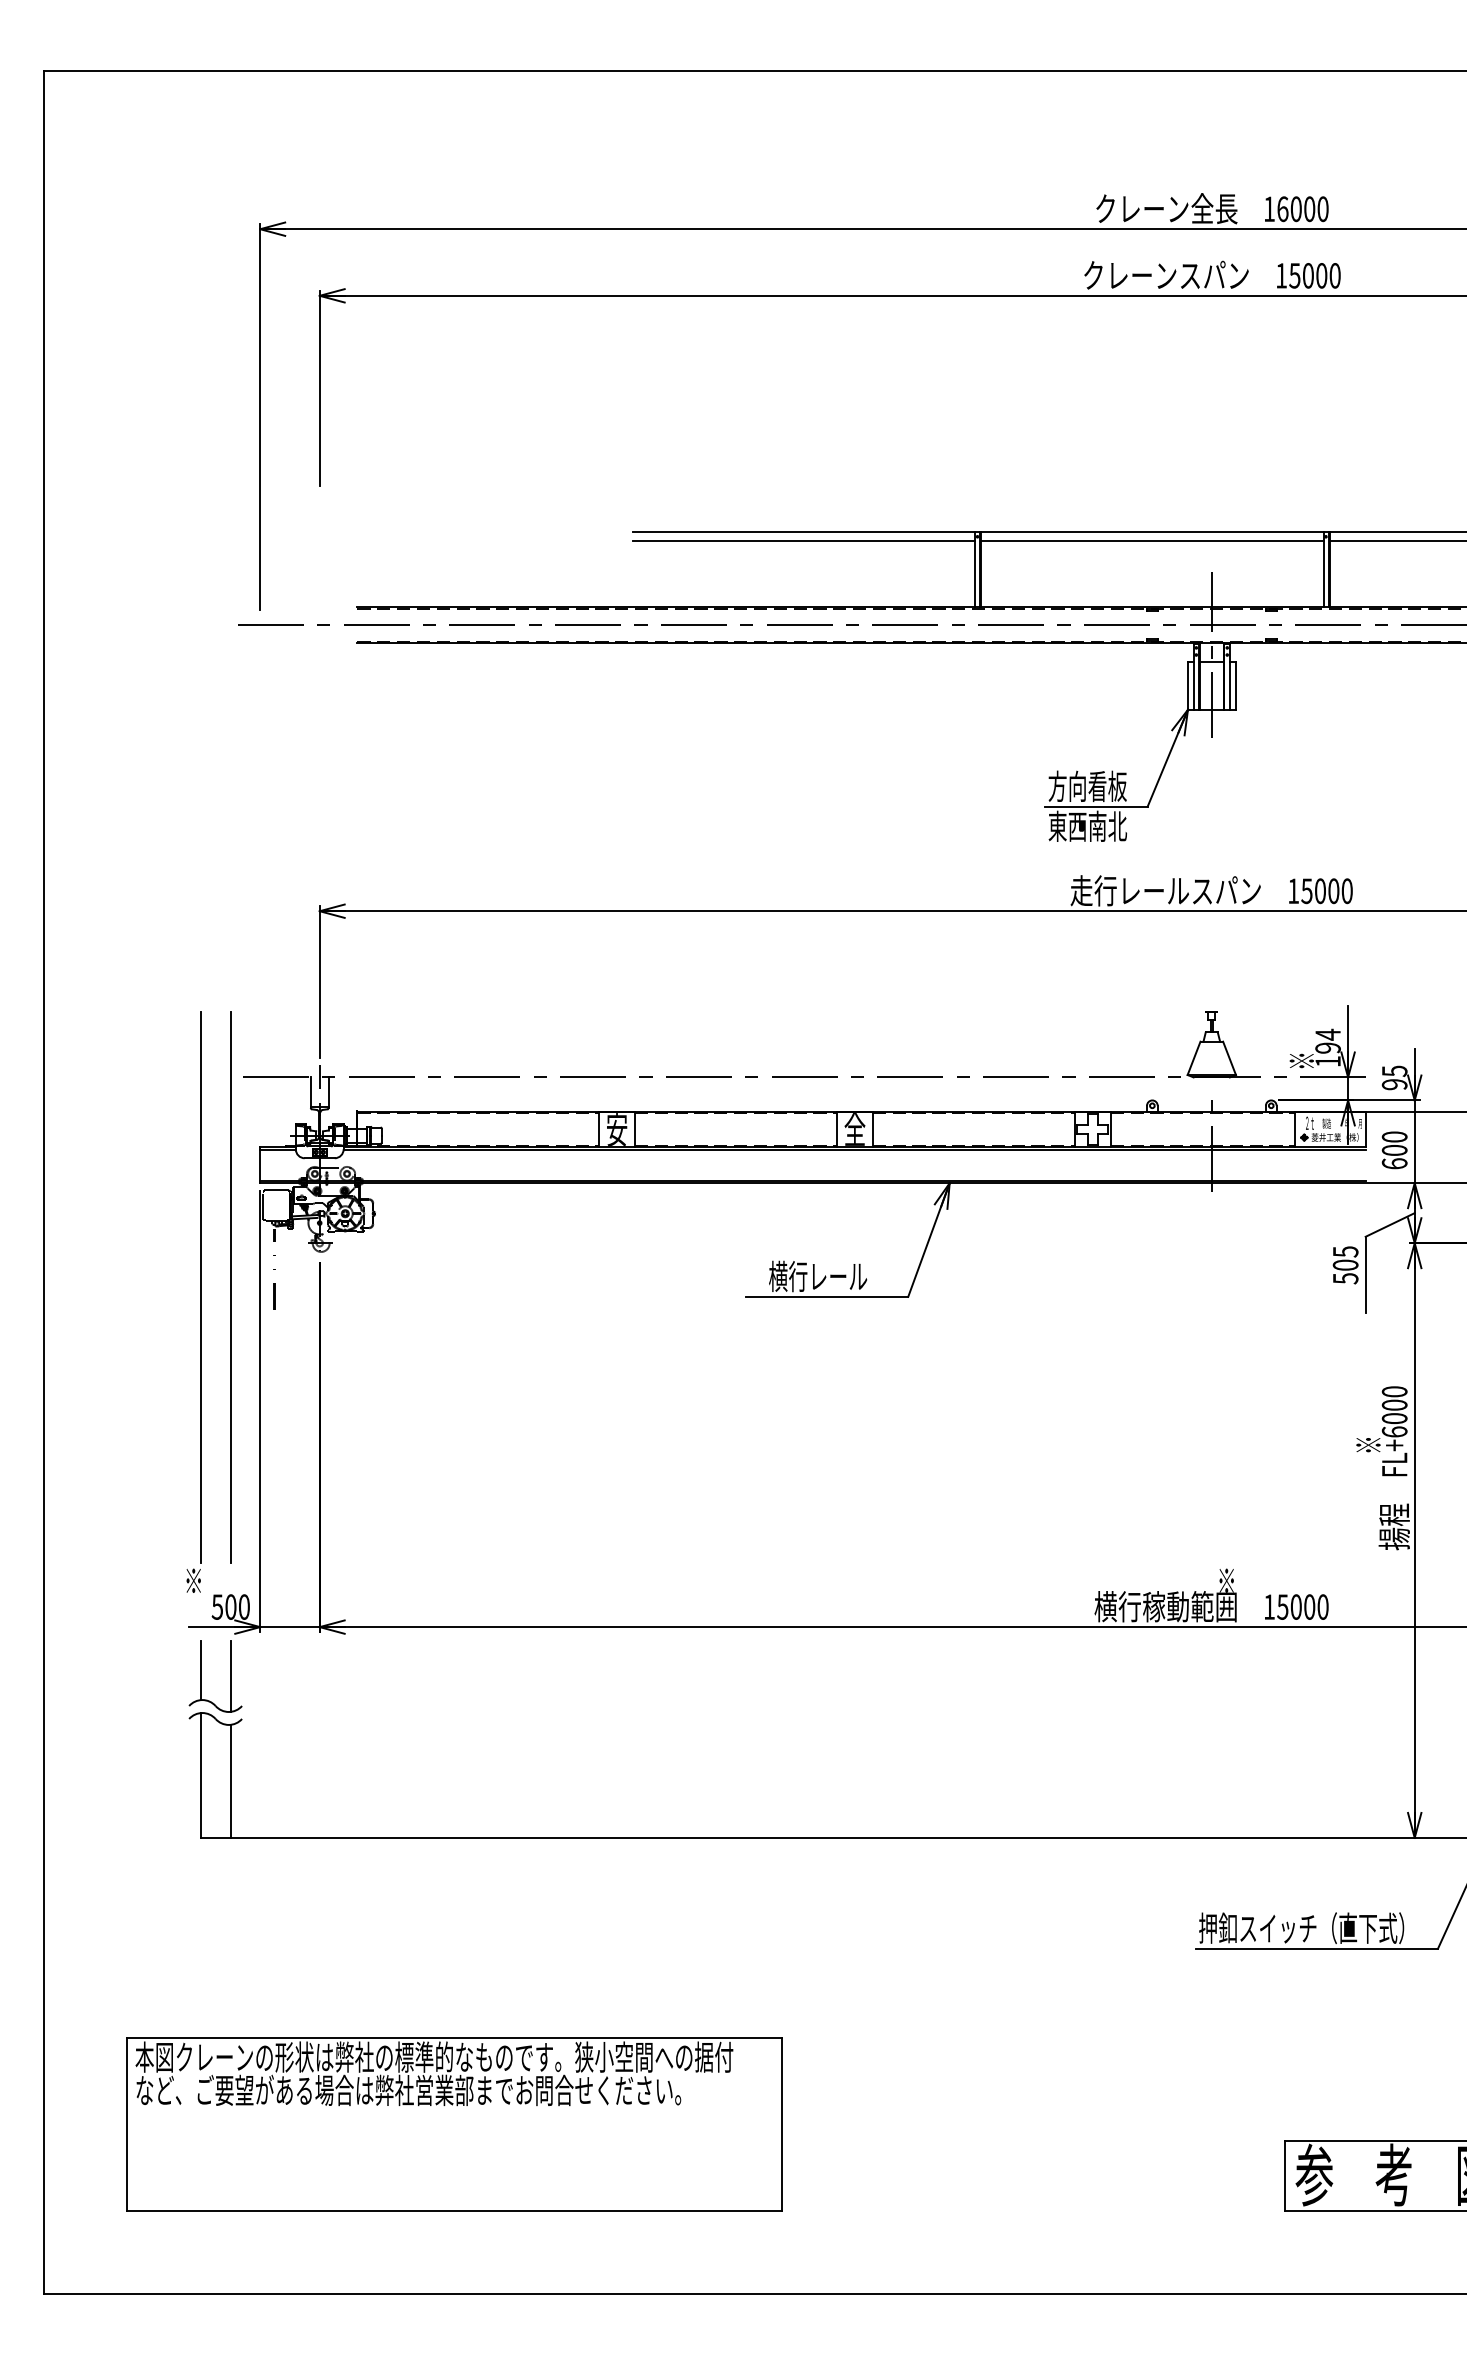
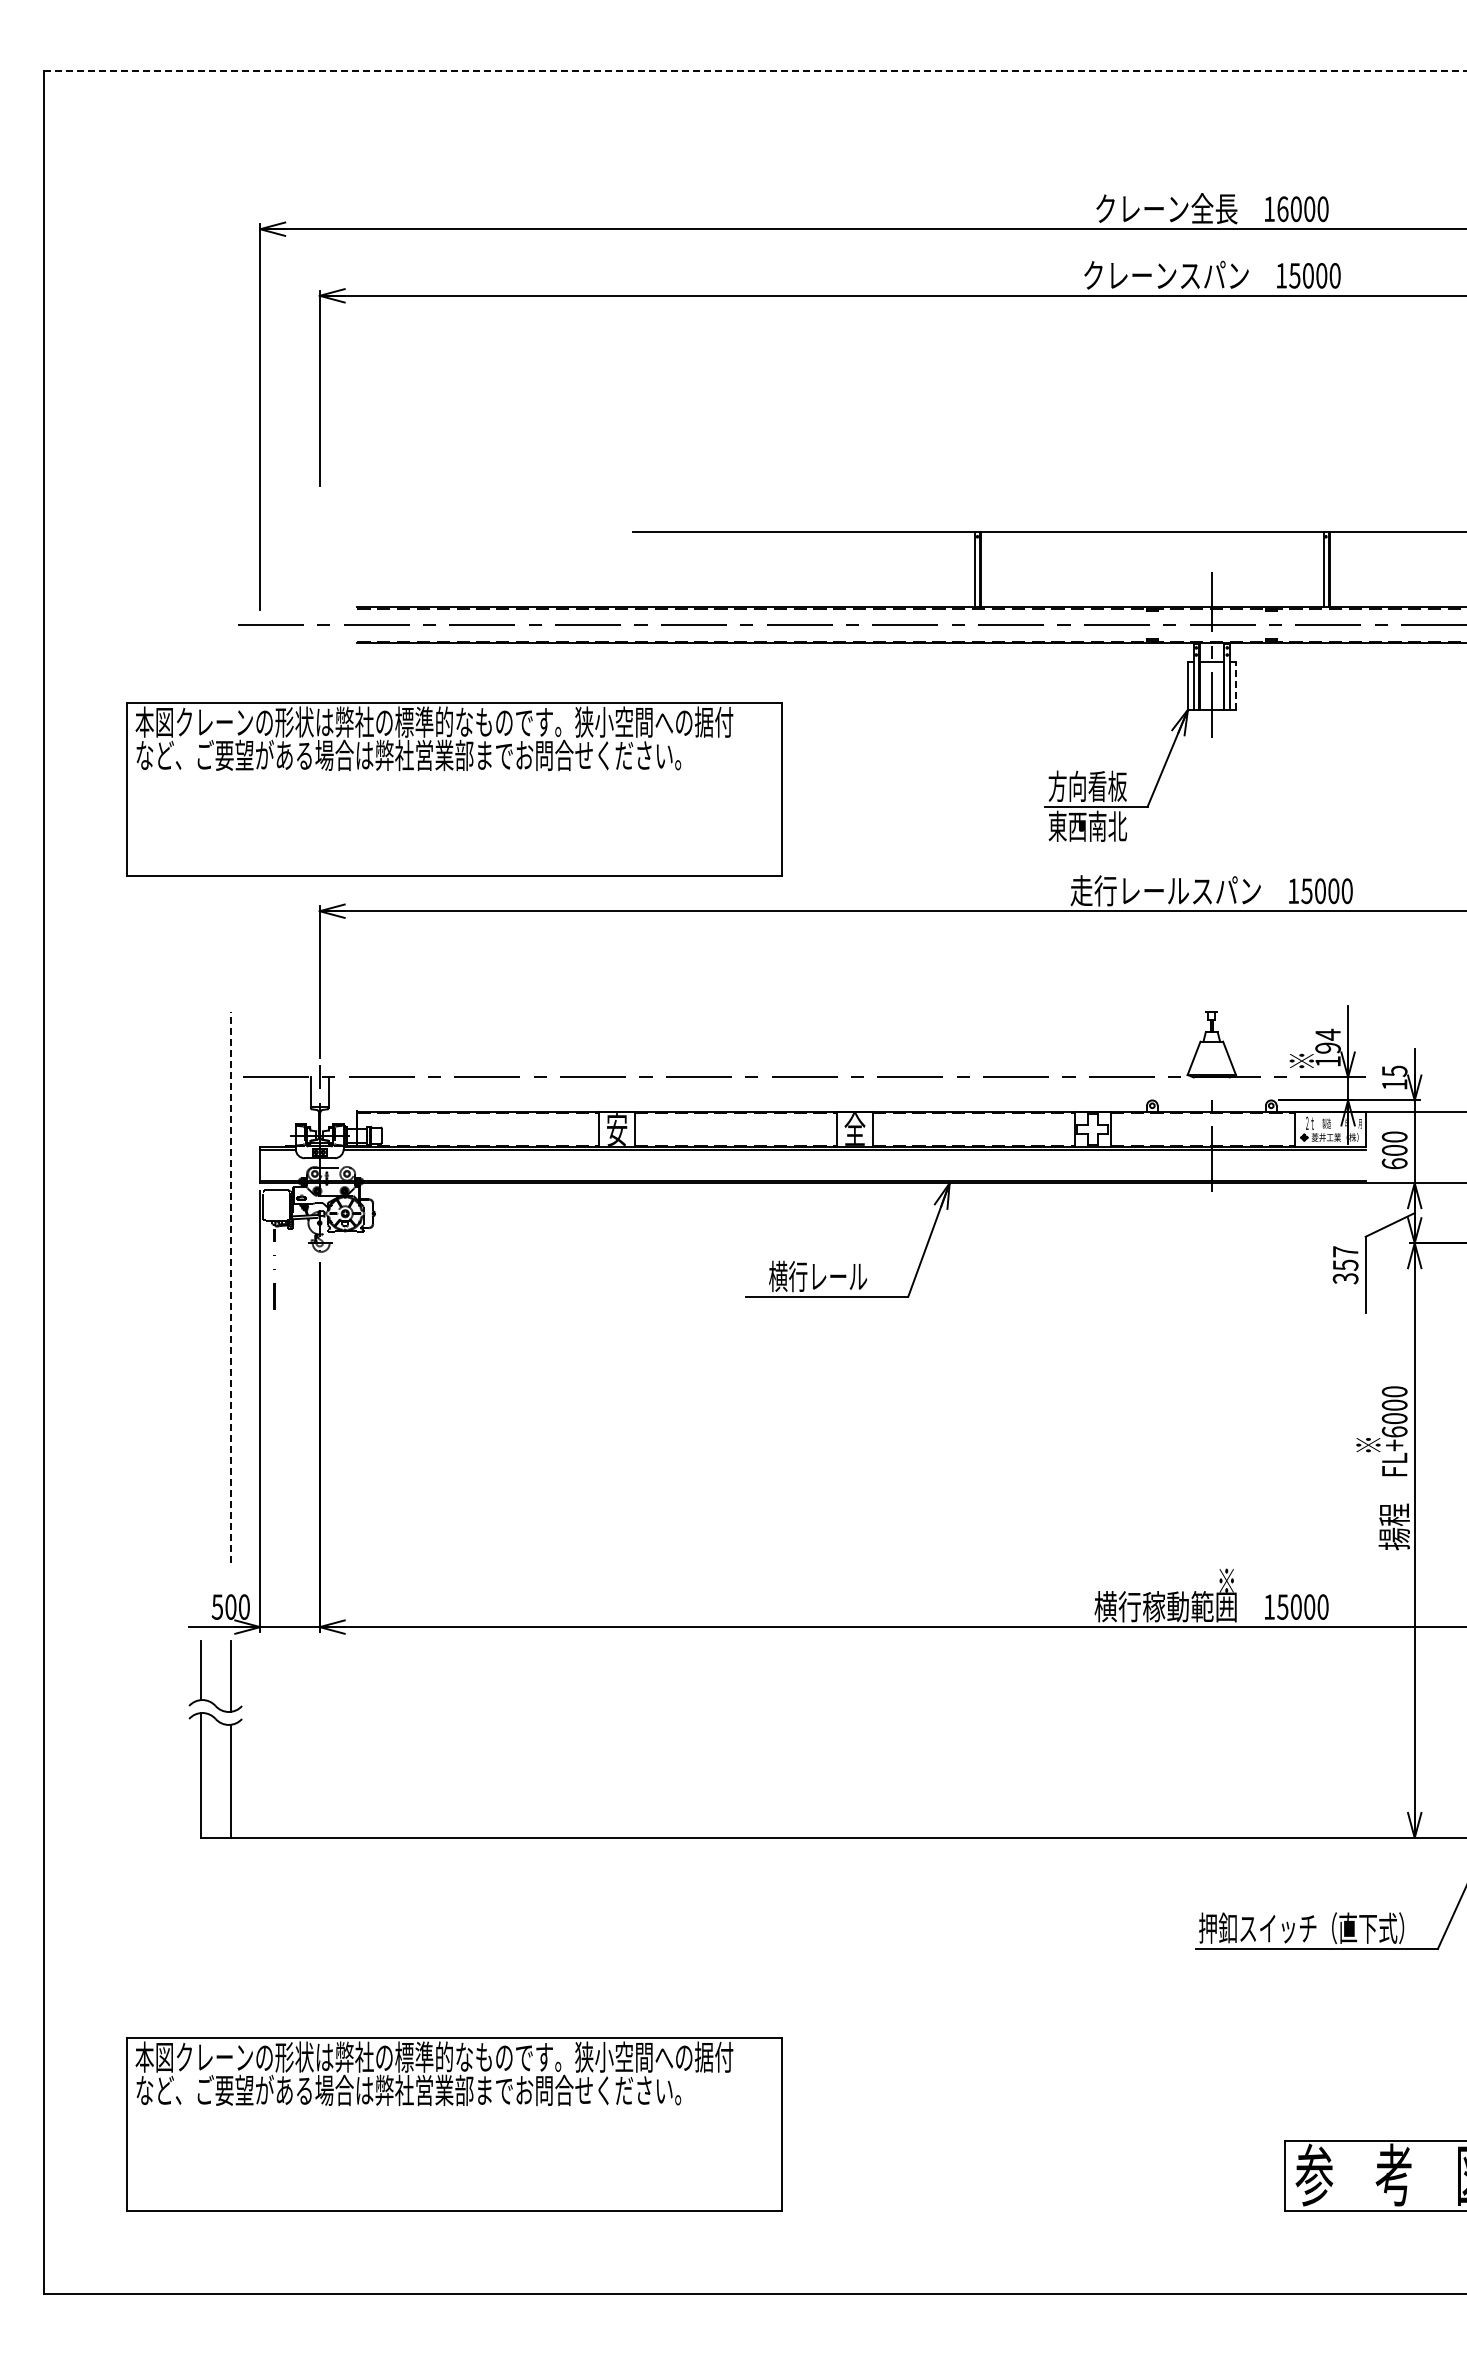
line at (755, 70): solid -> dashed
line at (803, 541): present -> none
line at (1152, 541): present -> none
line at (1396, 541): present -> none
line at (1235, 685): solid -> dashed
part at (454, 789): none -> present
text at (1394, 1084): 95 -> 15
text at (1345, 1264): 505 -> 357
line at (230, 1287): solid -> dashed
part at (200, 1301): present -> none
